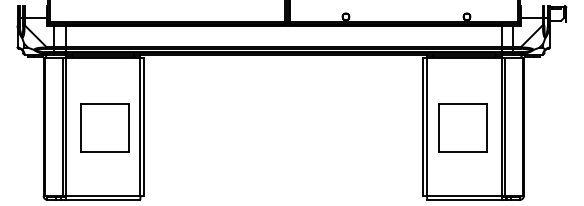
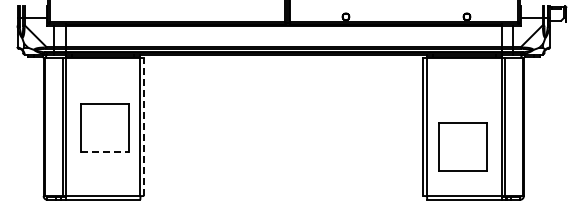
line at (144, 127): solid -> dashed
part at (462, 127) position: (462, 127) -> (462, 146)
line at (105, 152): solid -> dashed
